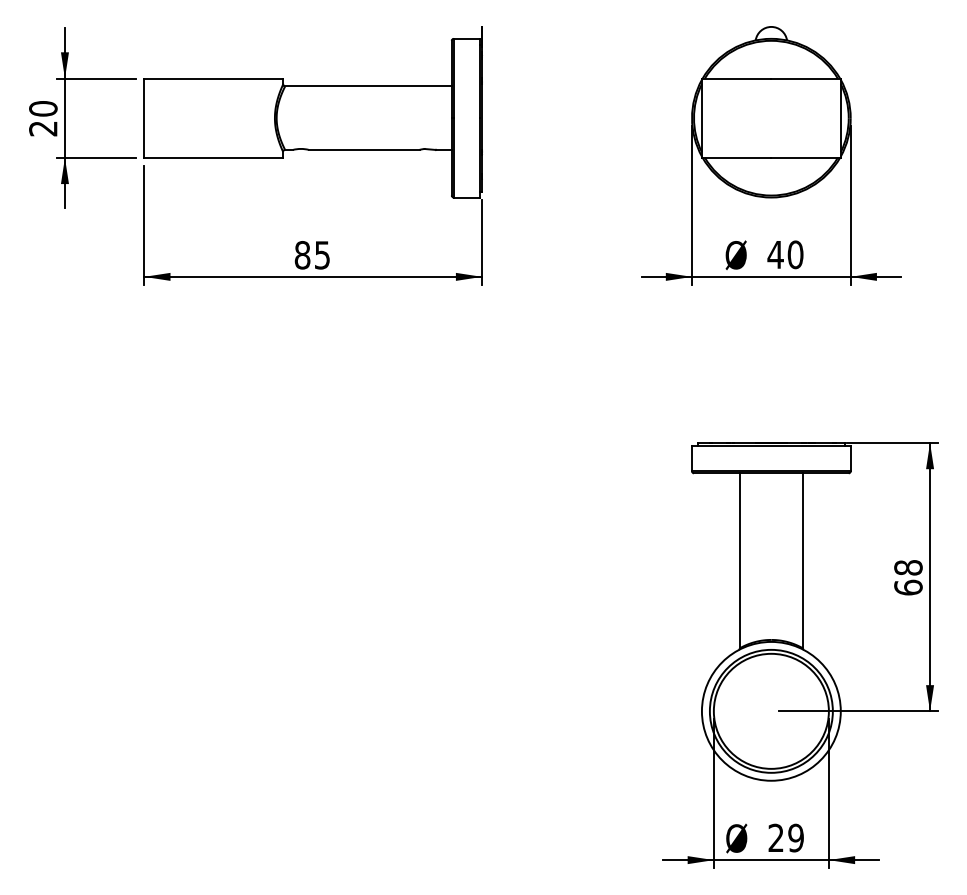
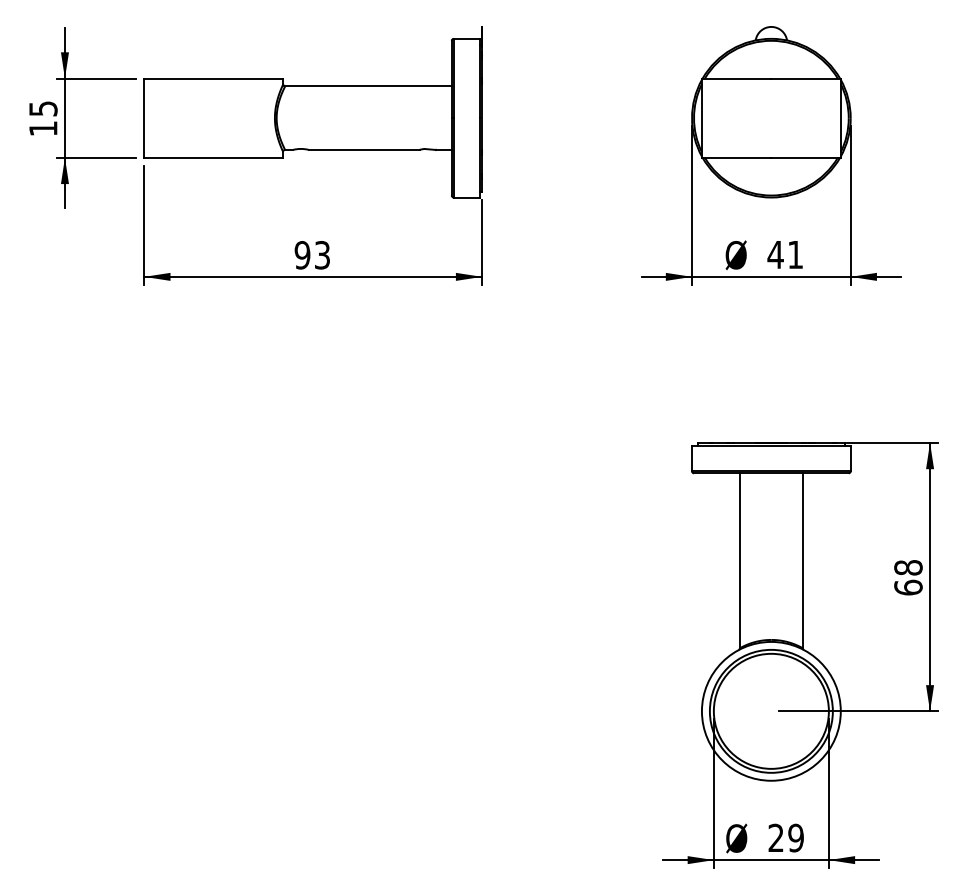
text at (43, 118): 20 -> 15
text at (795, 254): 40 -> 41
text at (311, 255): 85 -> 93
